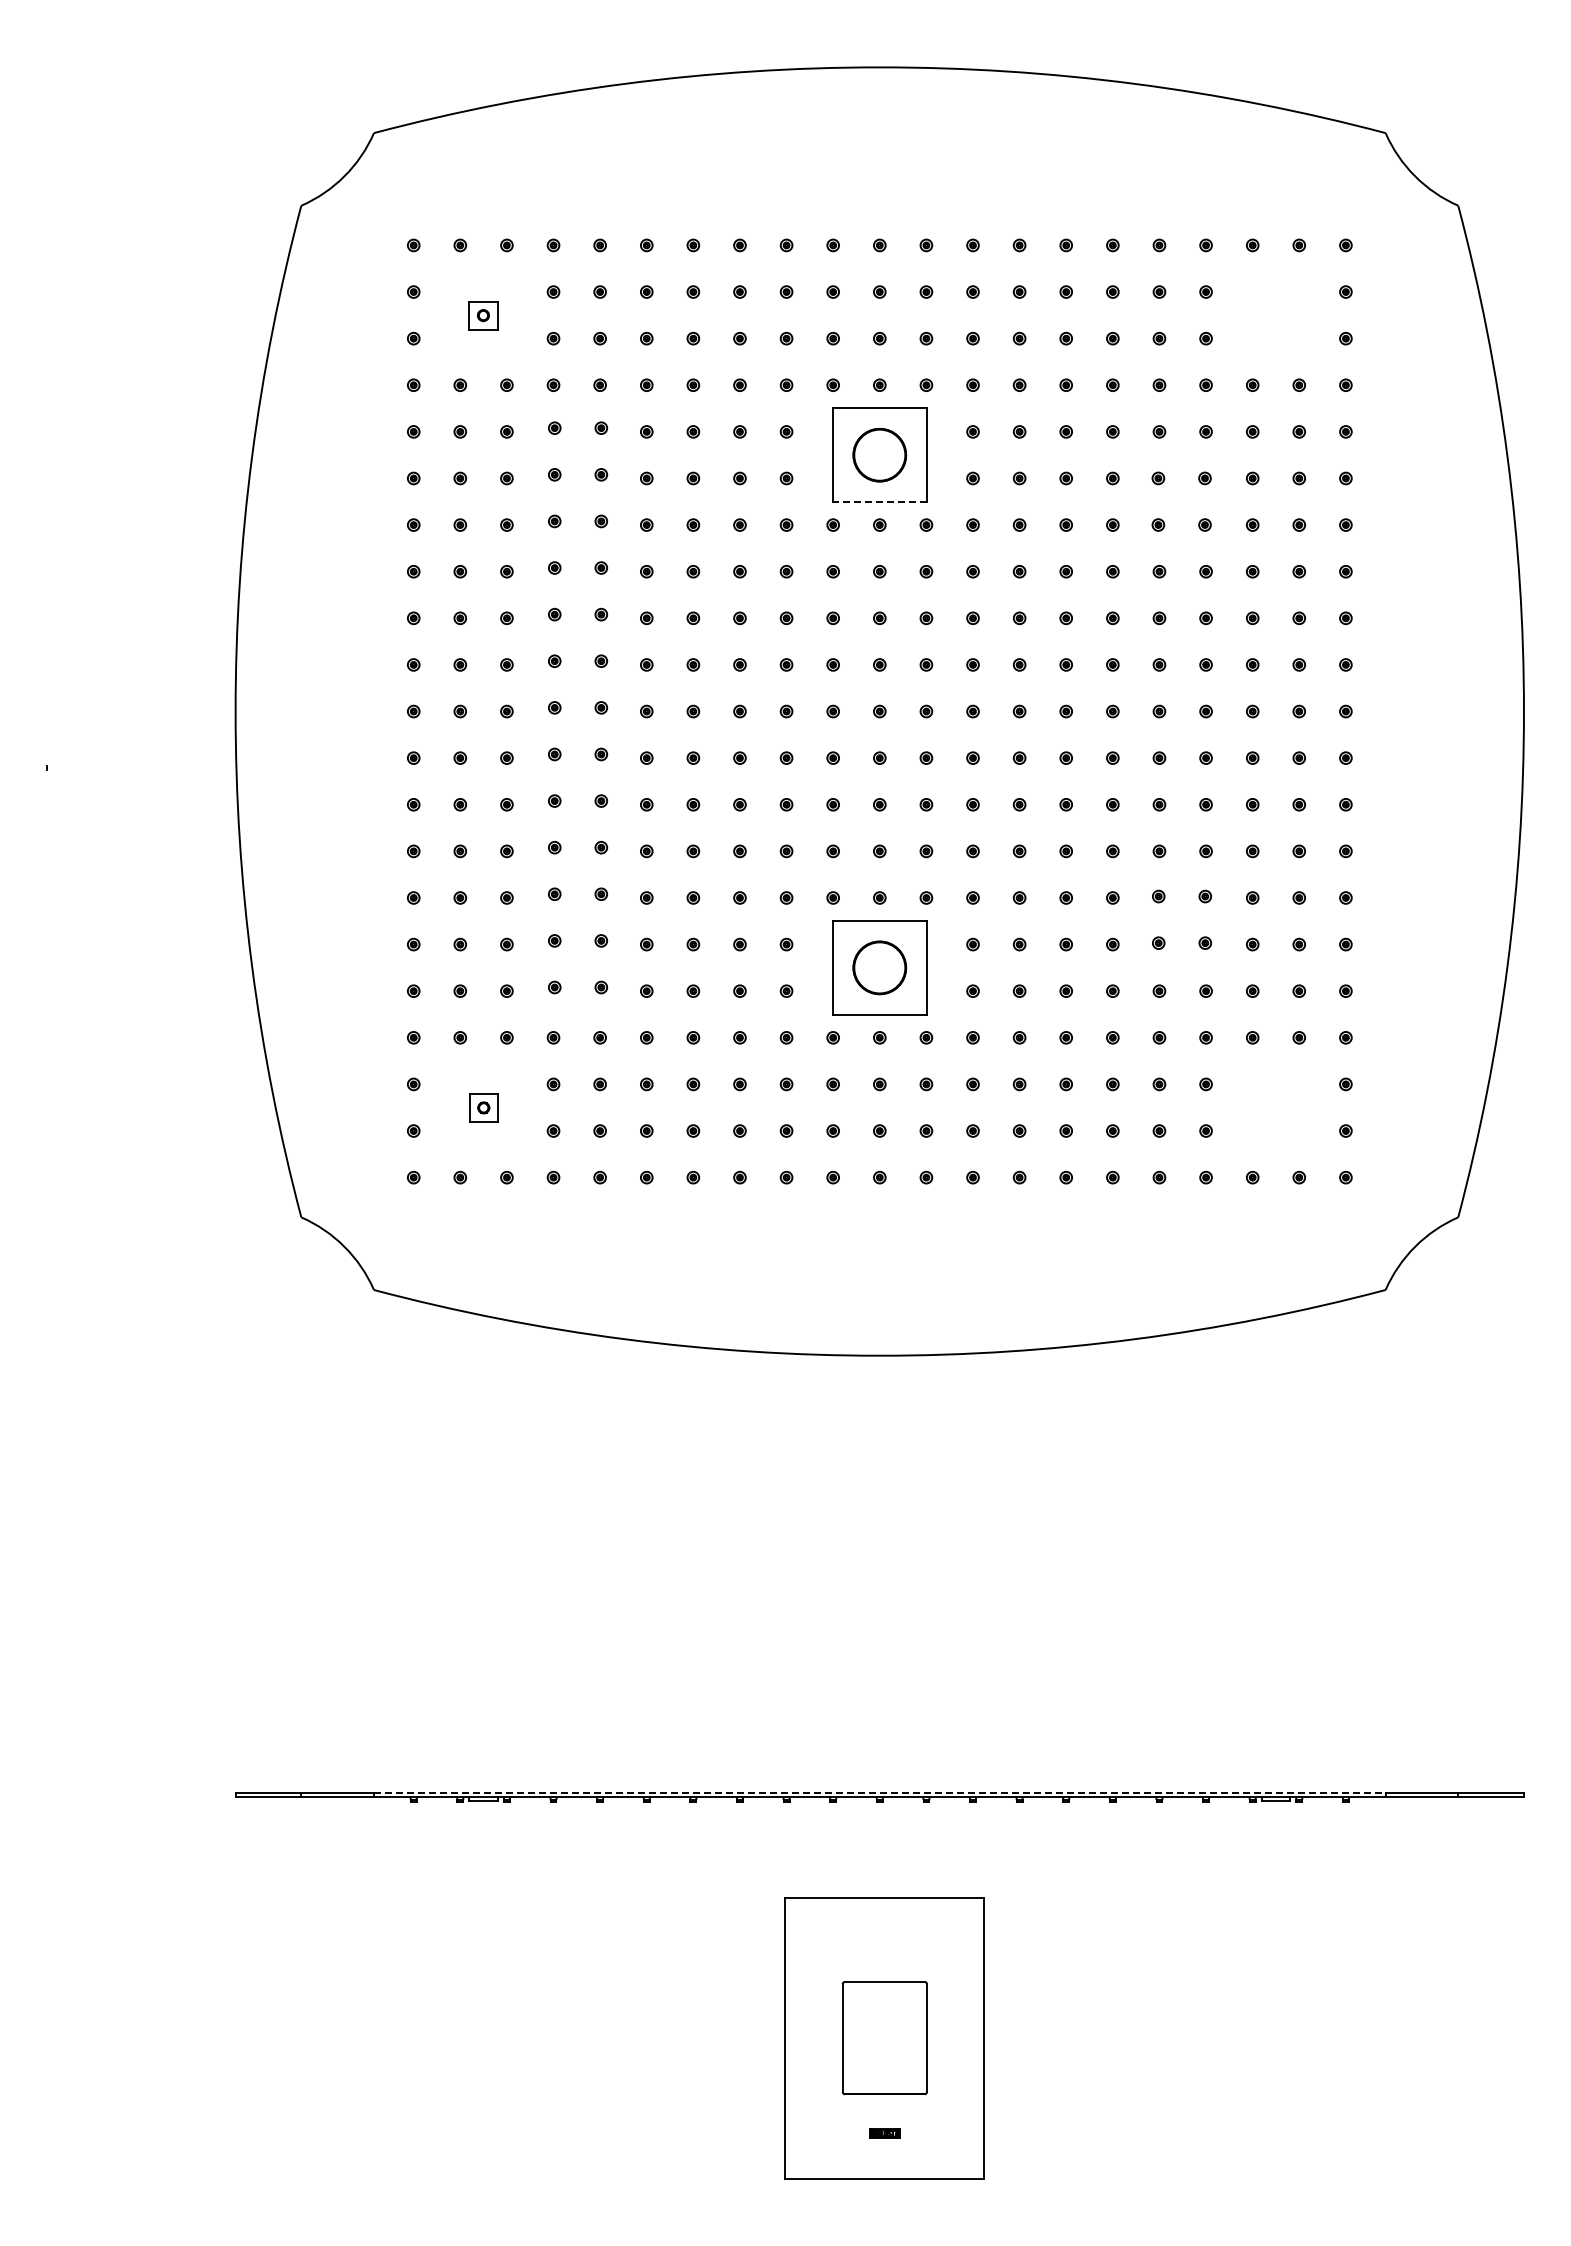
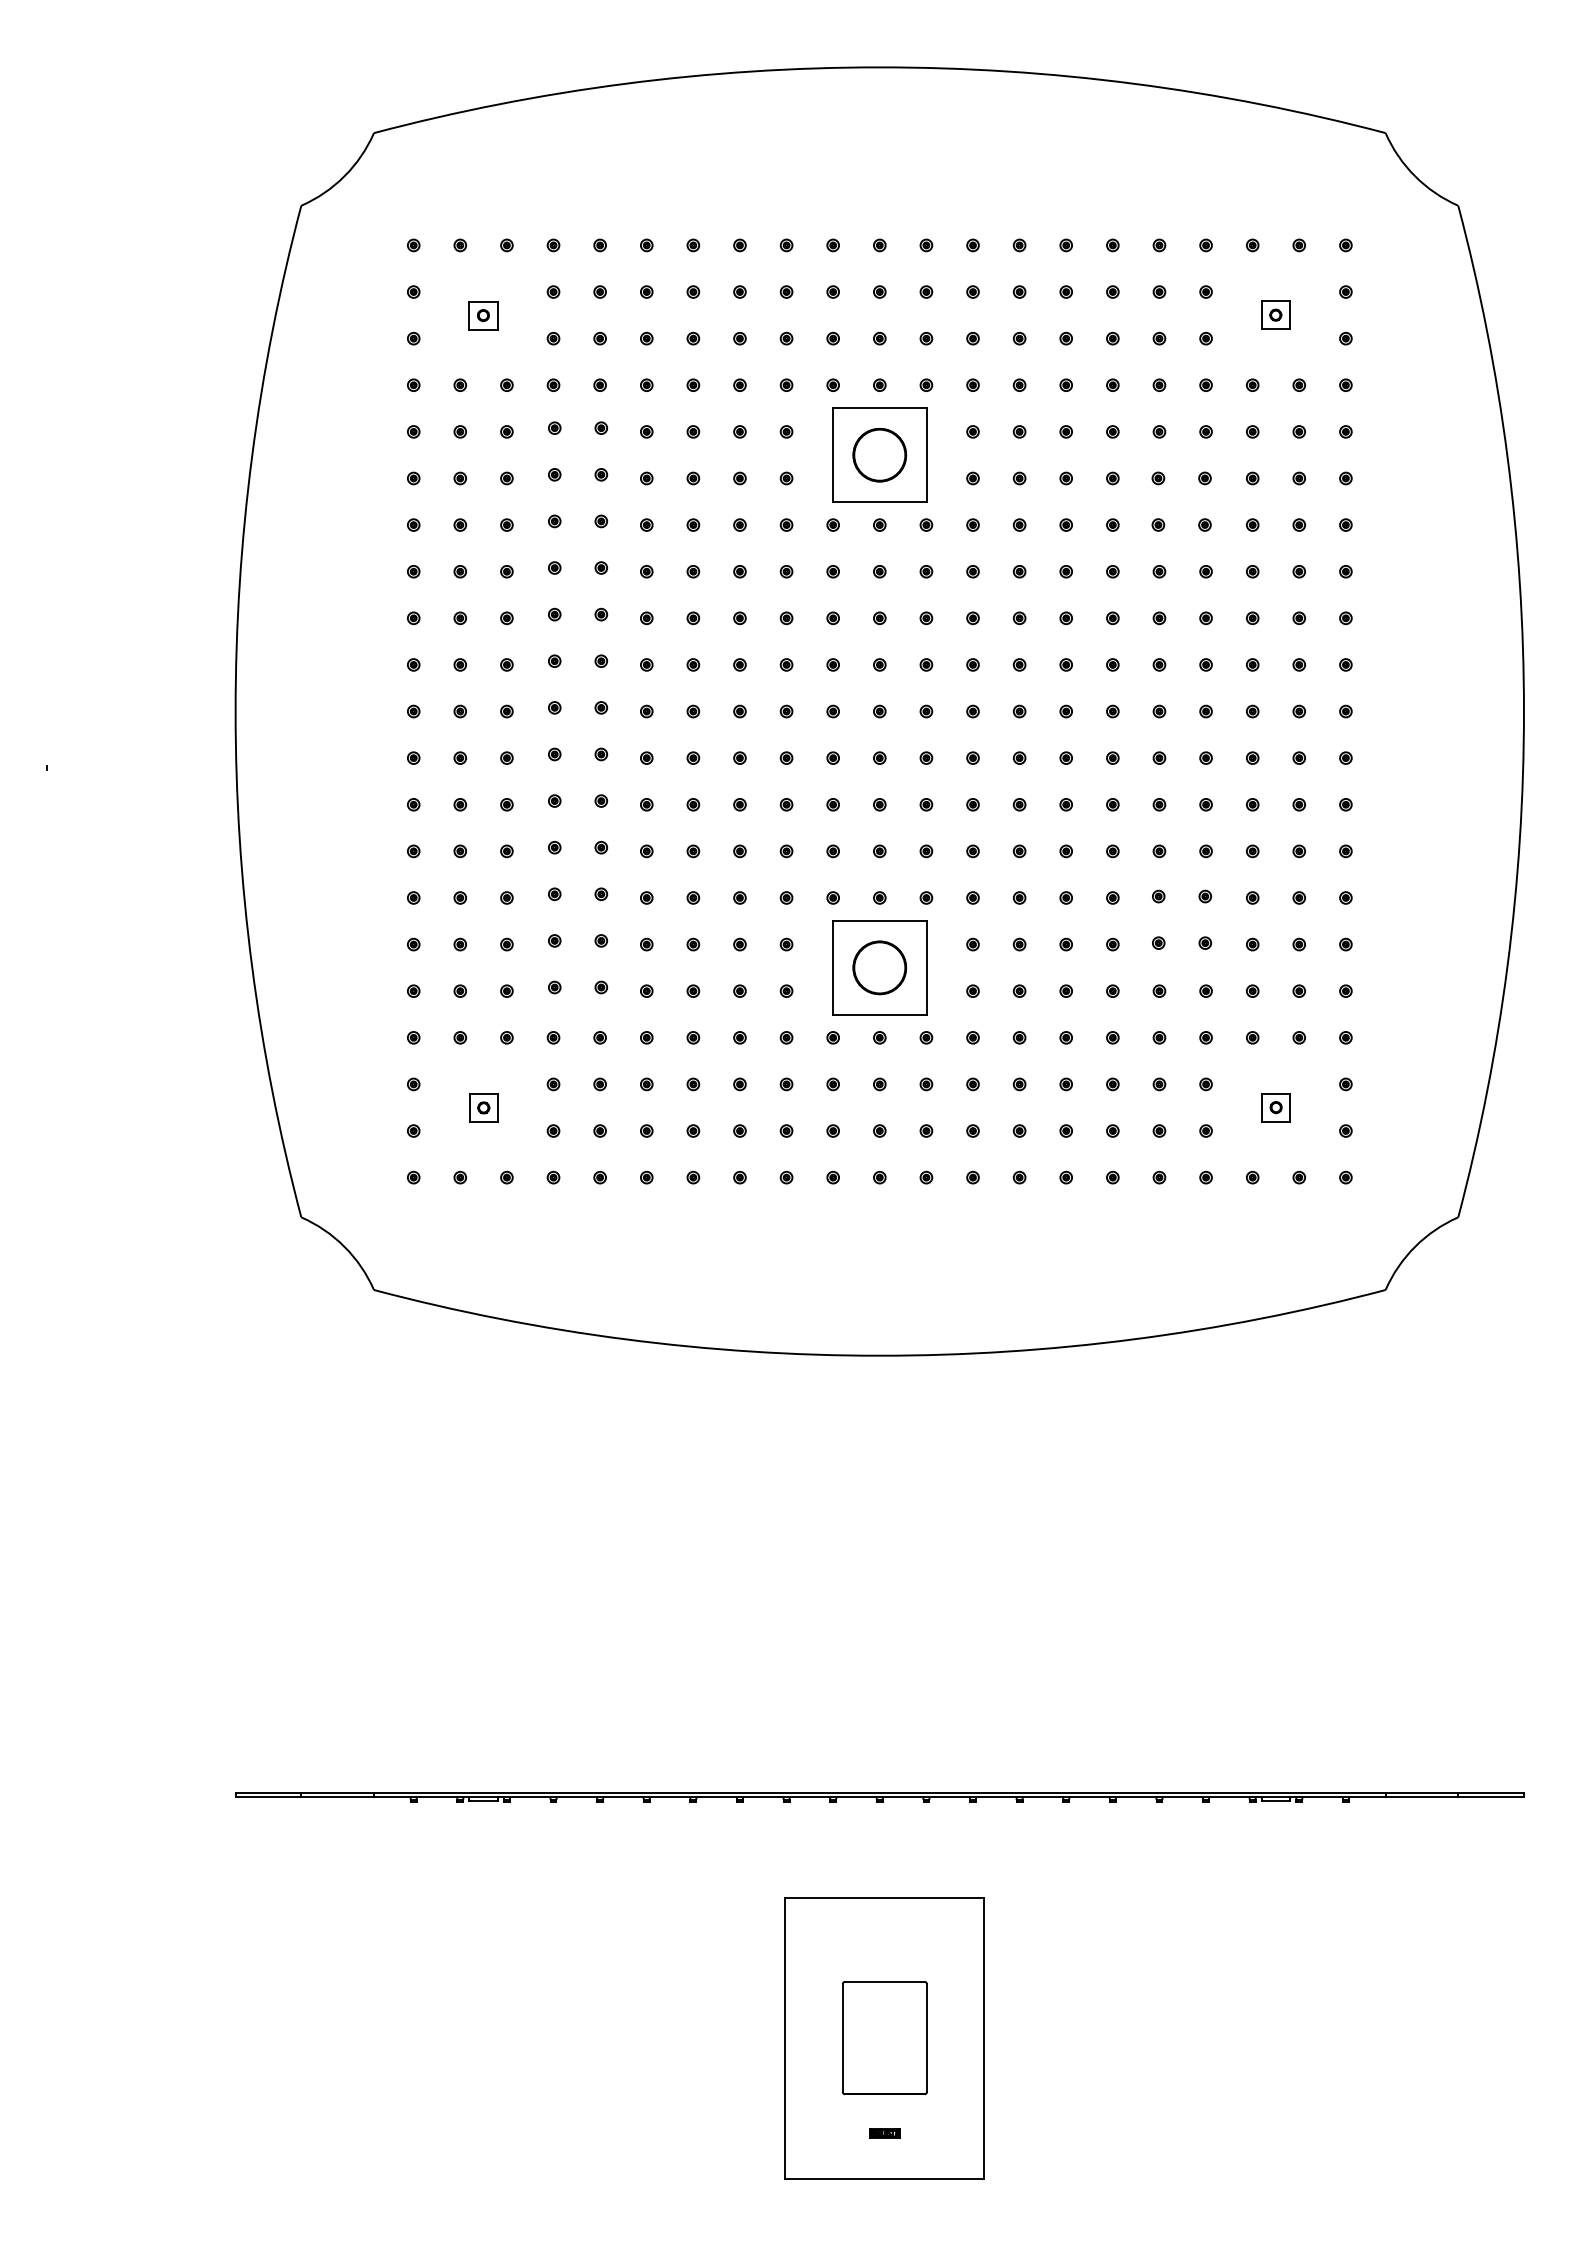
part at (1275, 314): none -> present
line at (879, 502): dashed -> solid
part at (1275, 1107): none -> present
line at (879, 1792): dashed -> solid
